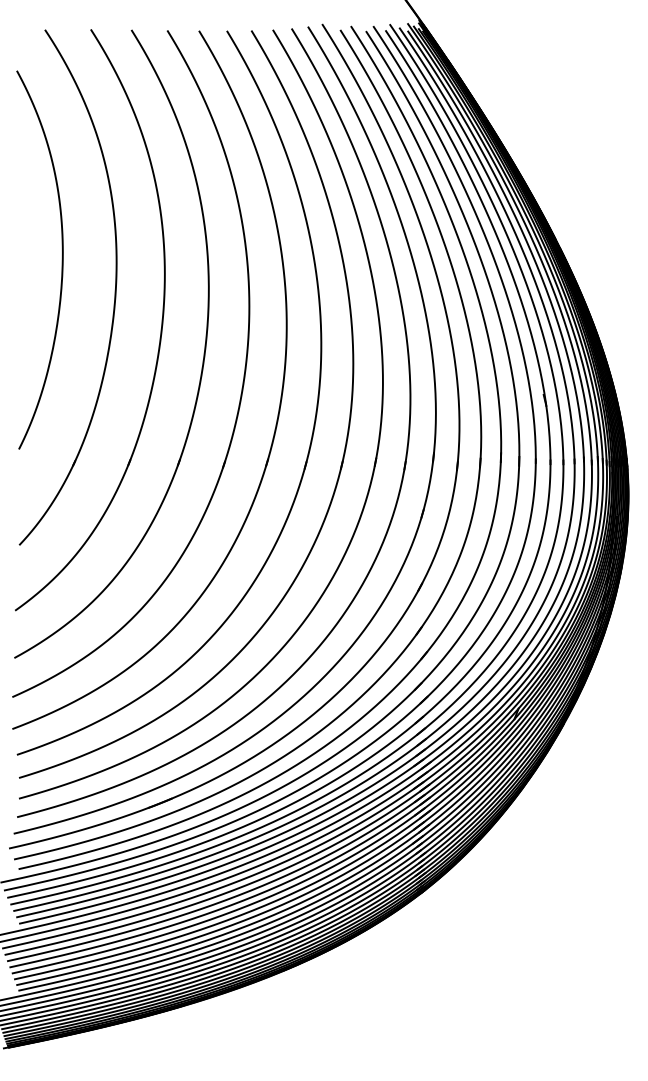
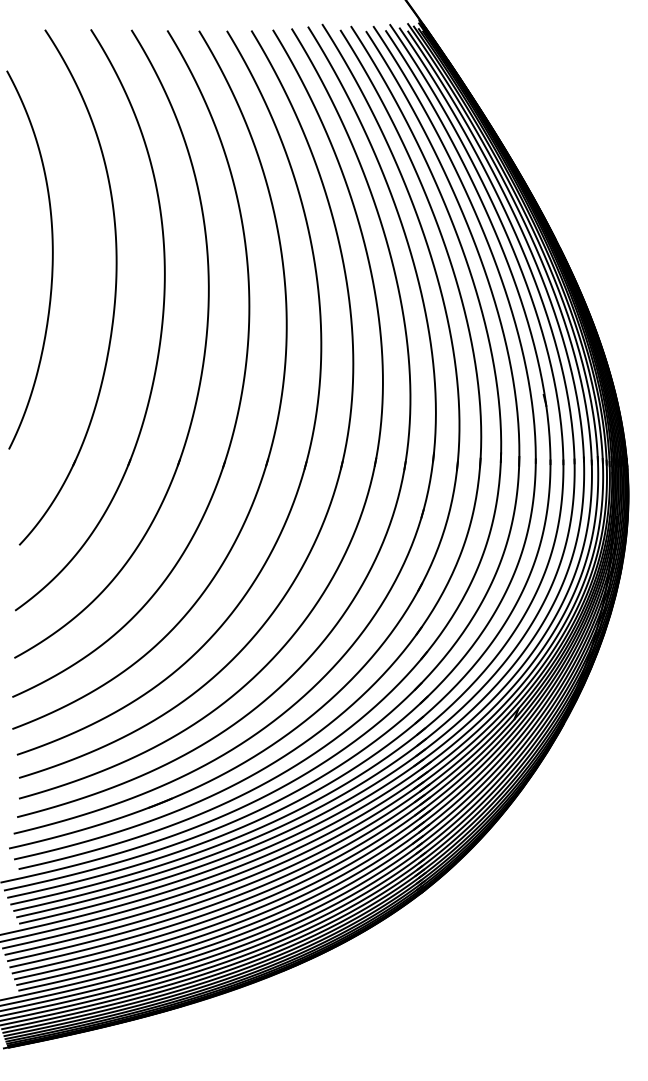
curve at (61, 259) position: (61, 259) -> (51, 259)
